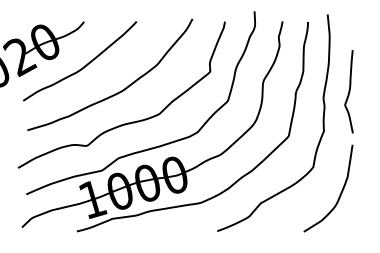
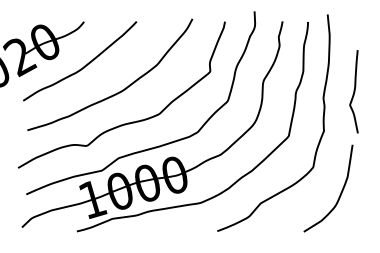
curve at (348, 91) position: (348, 91) -> (353, 91)
